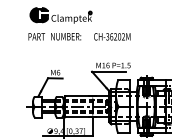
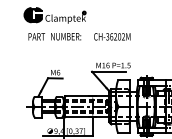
part at (60, 15) position: (60, 15) -> (54, 15)
